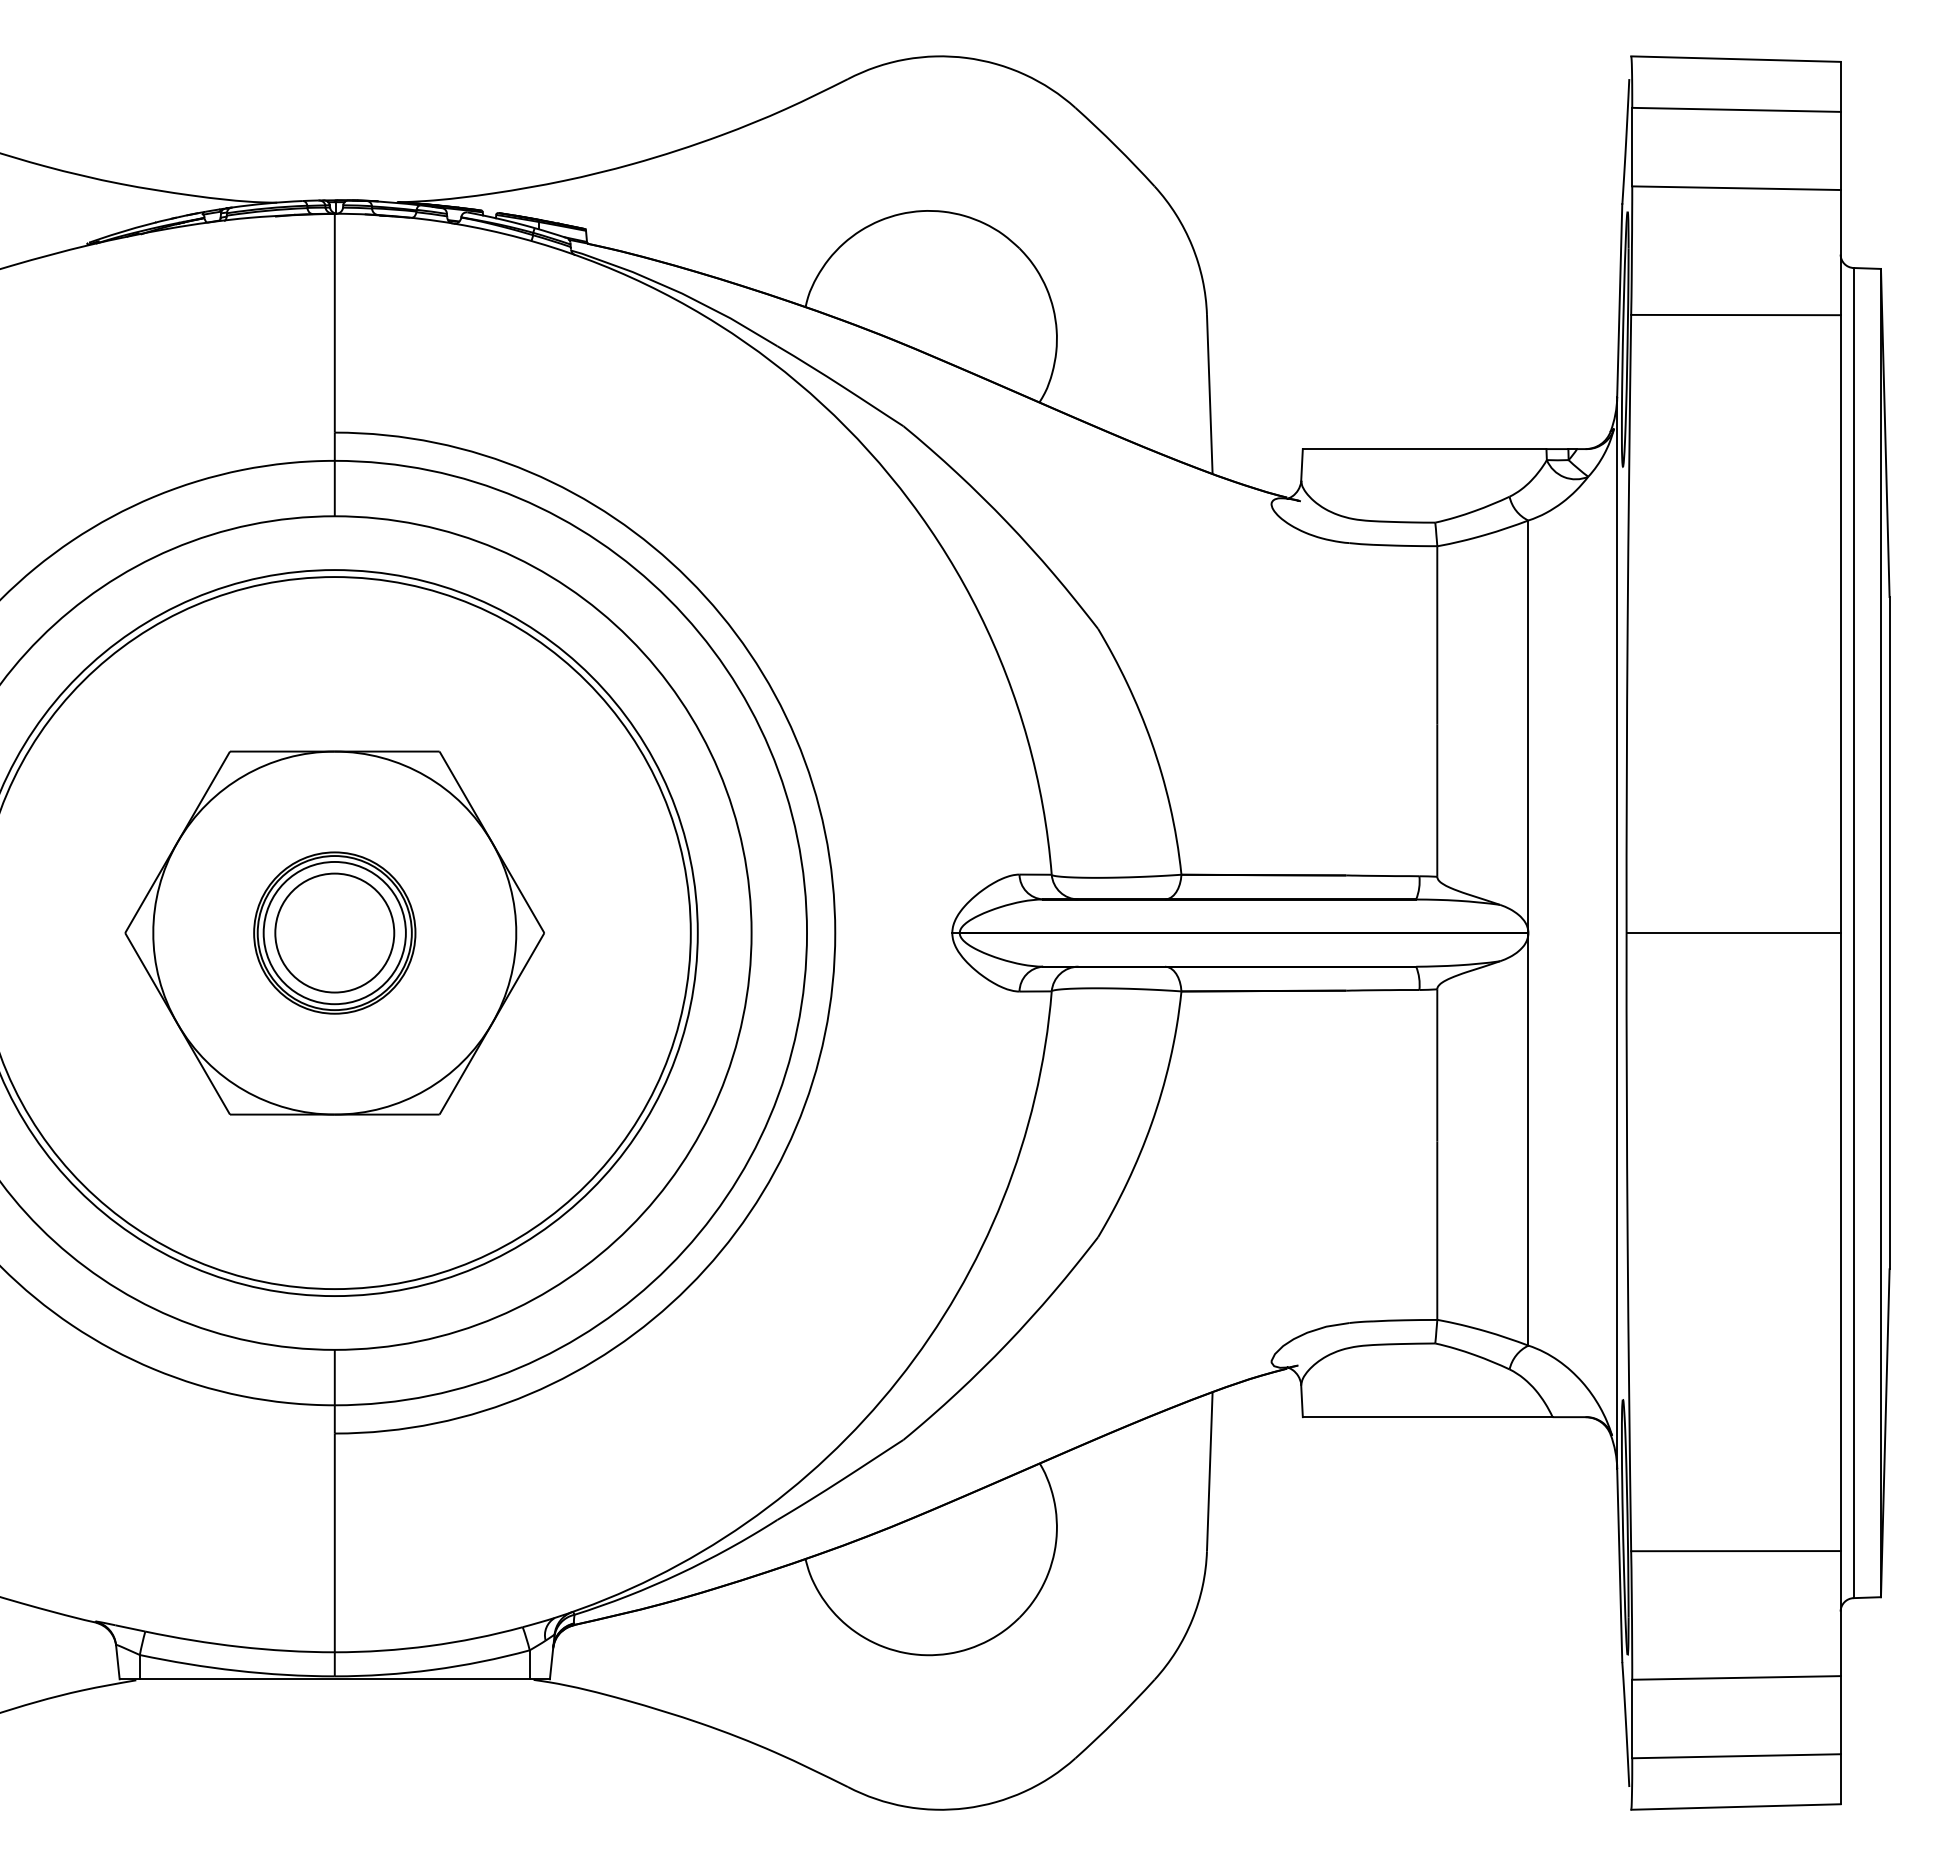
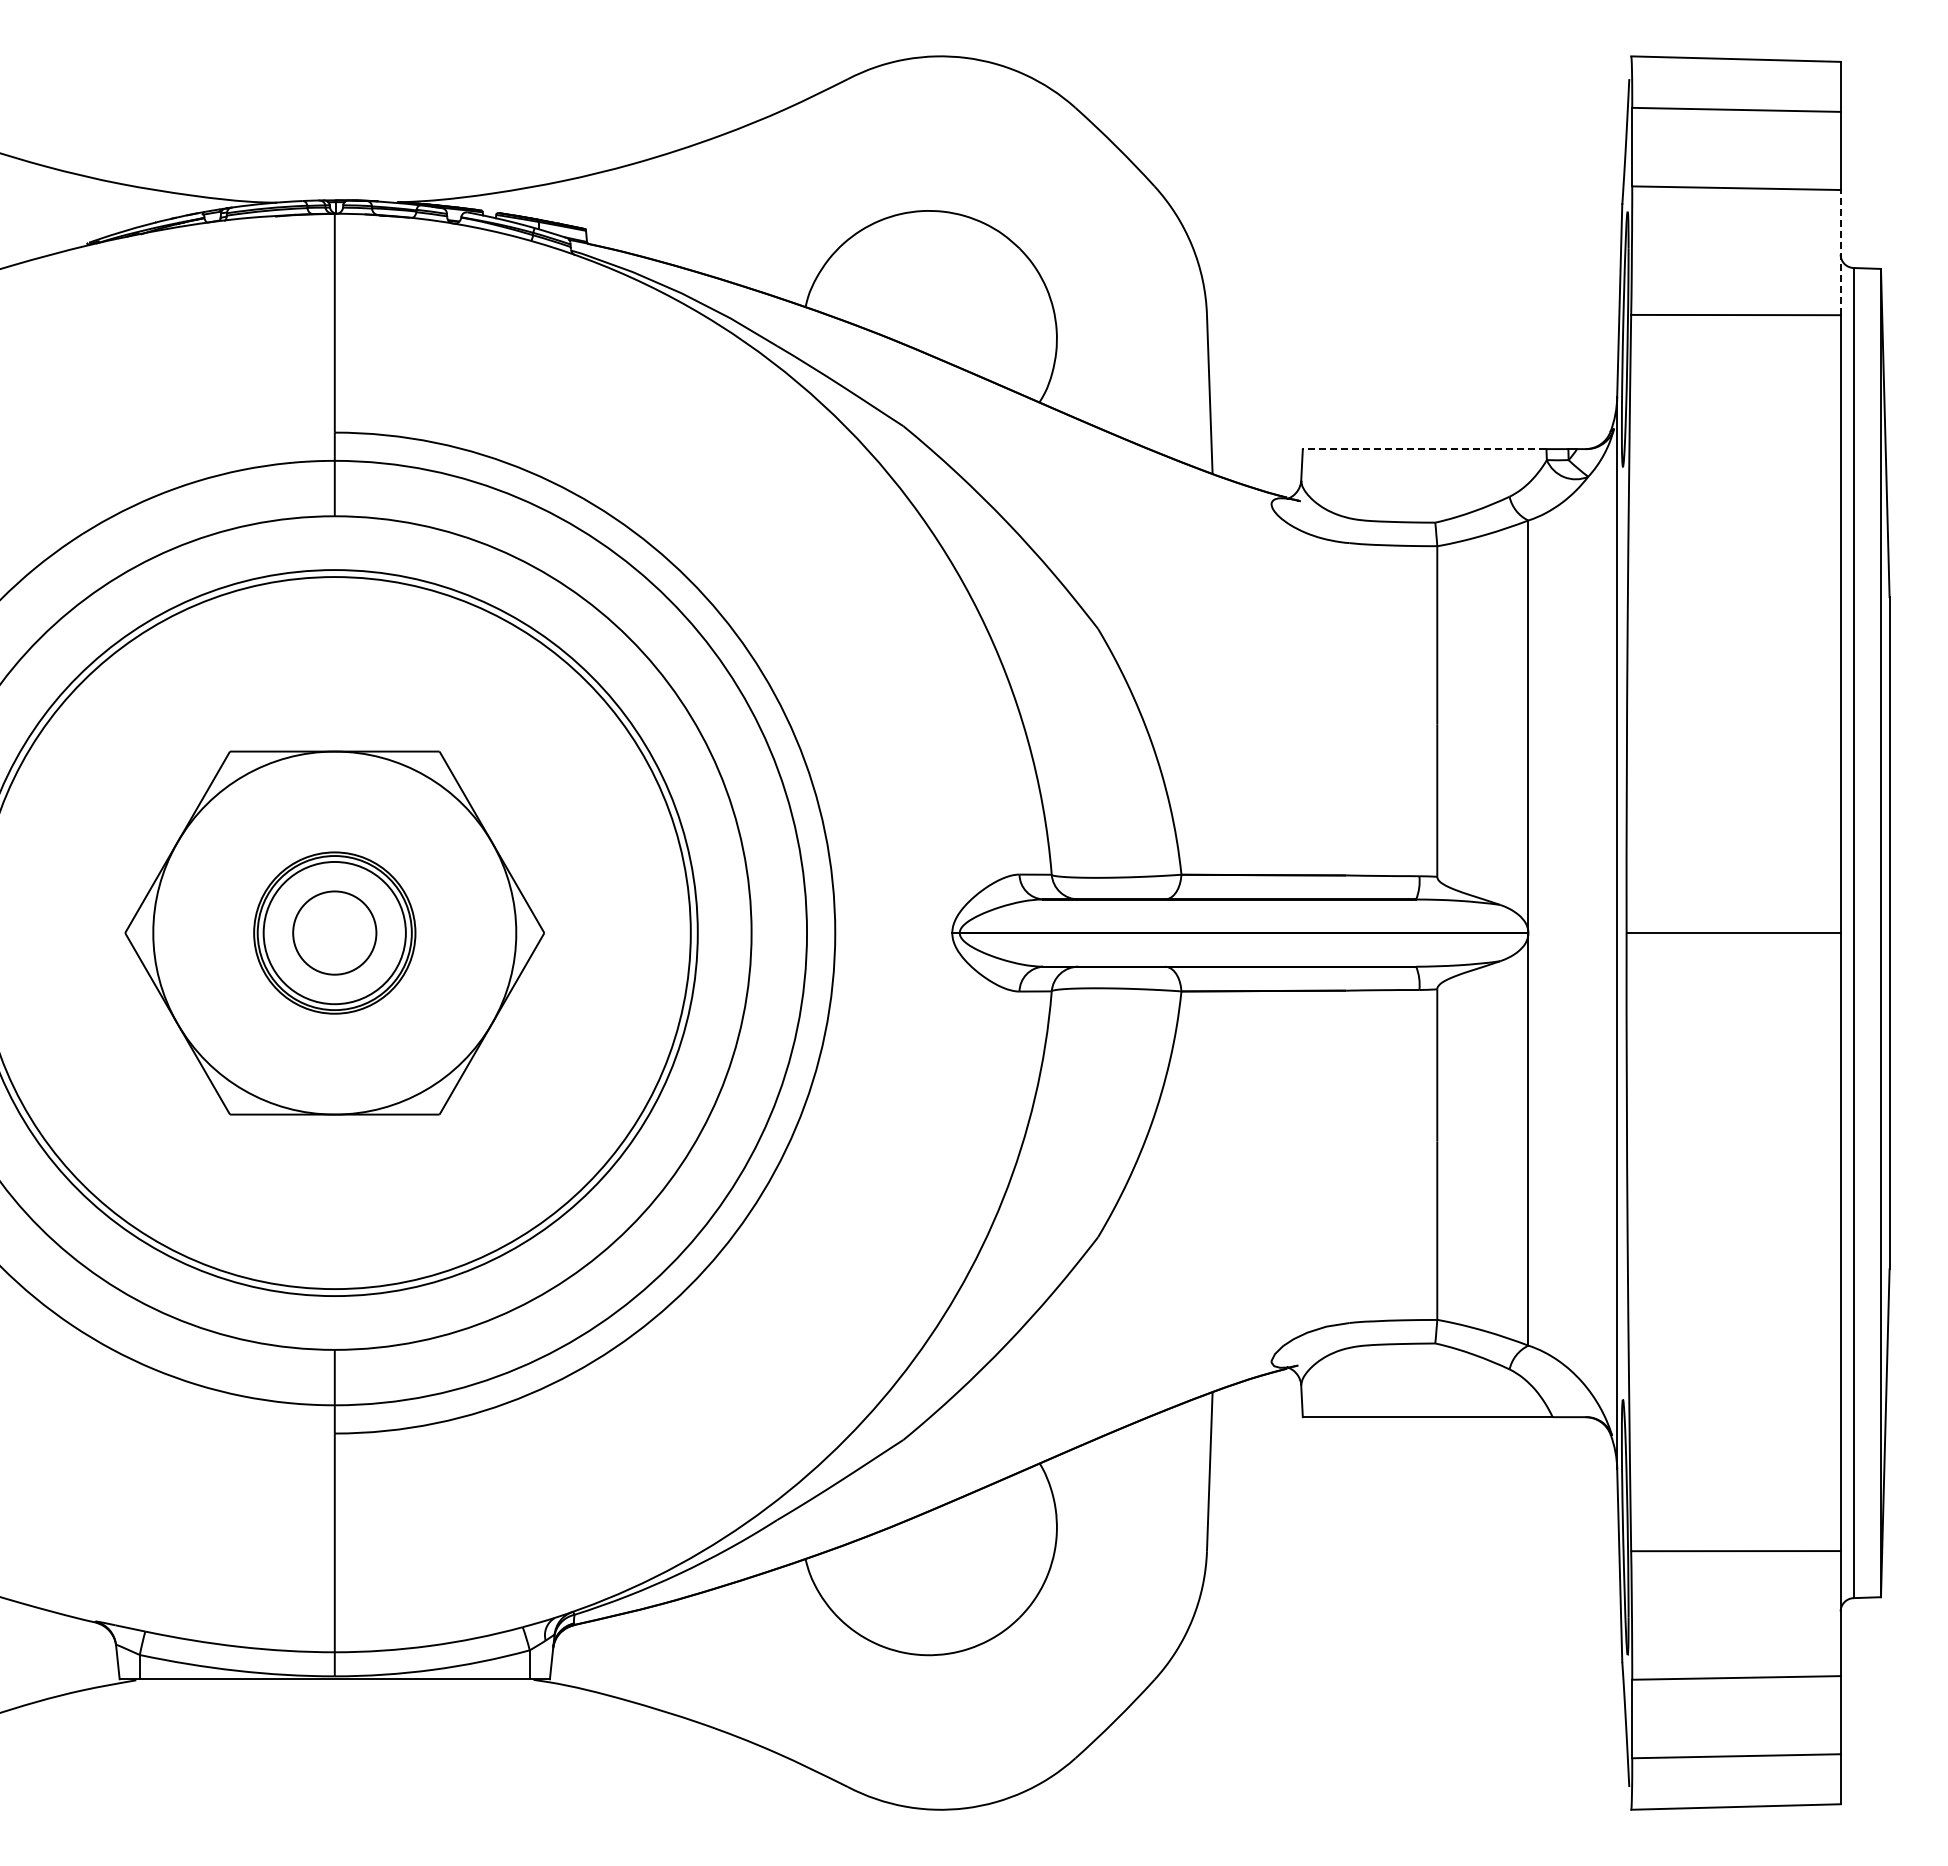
line at (1840, 252): solid -> dashed
line at (1424, 449): solid -> dashed
circle at (334, 932) diameter: 119 px -> 83 px
